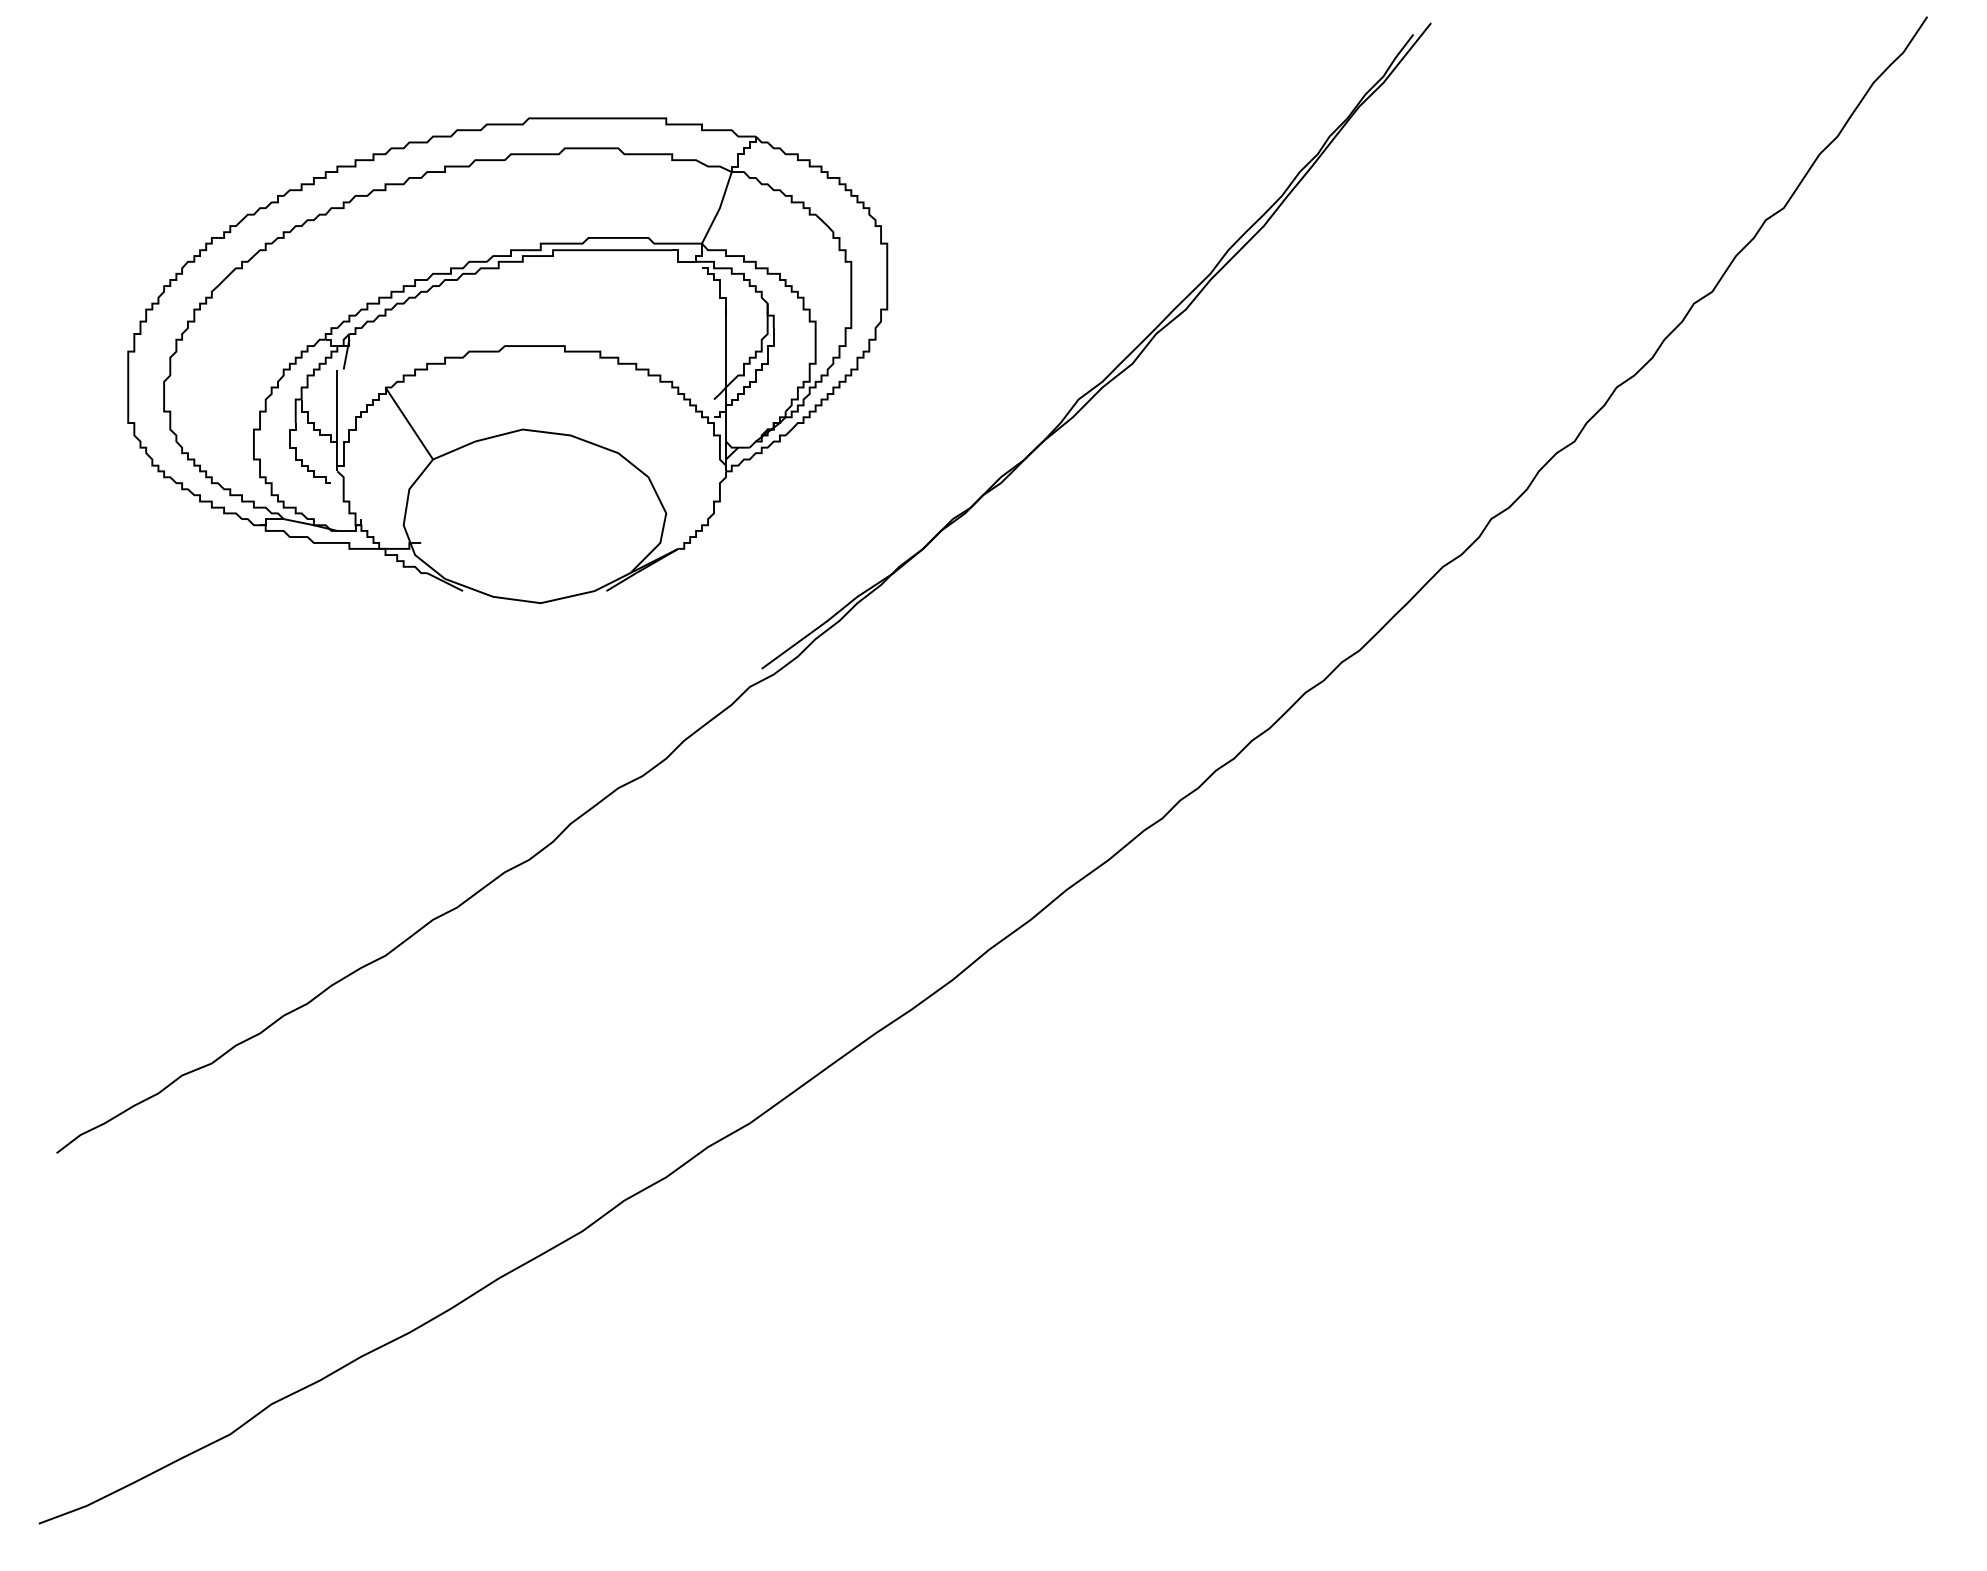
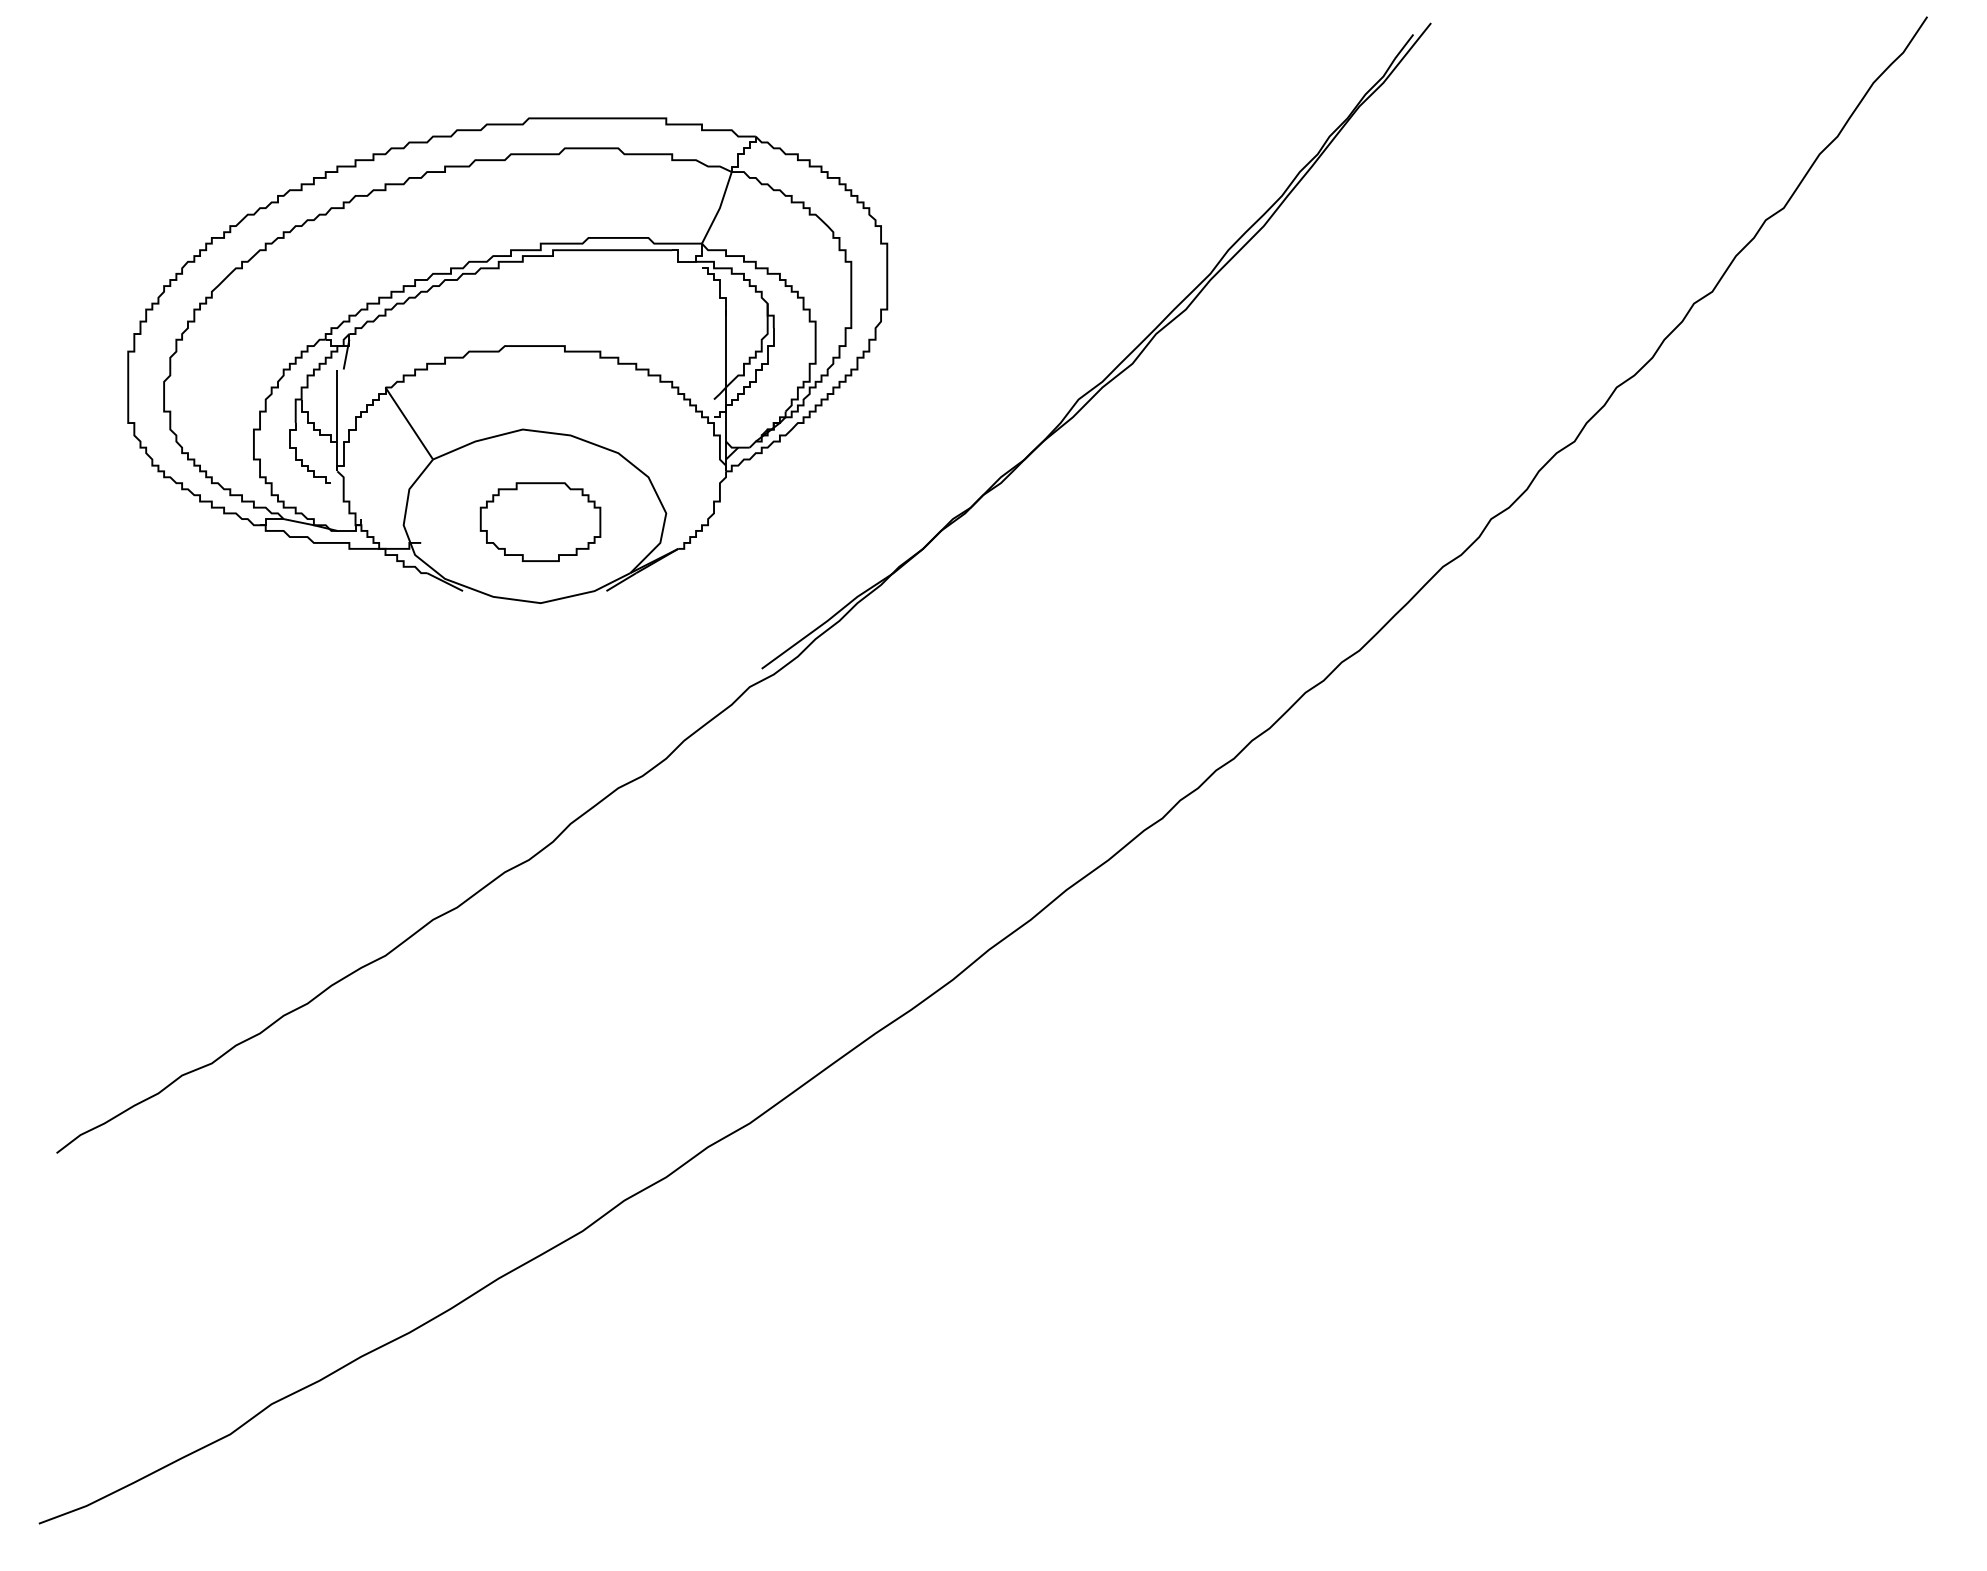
part at (540, 521): none -> present
